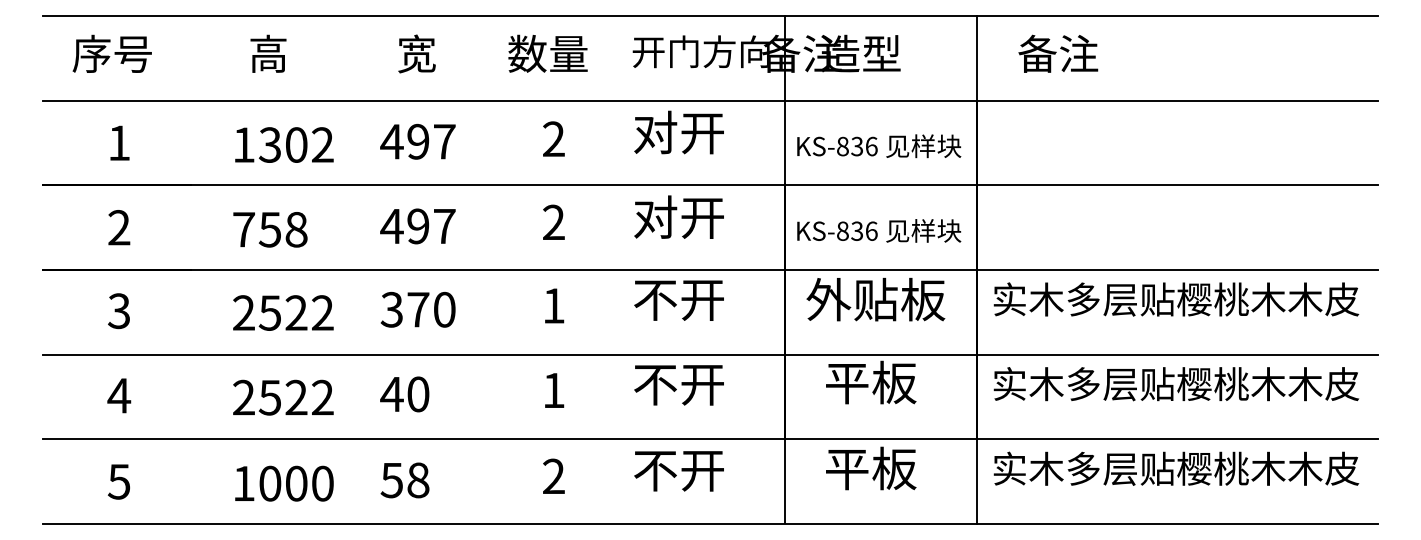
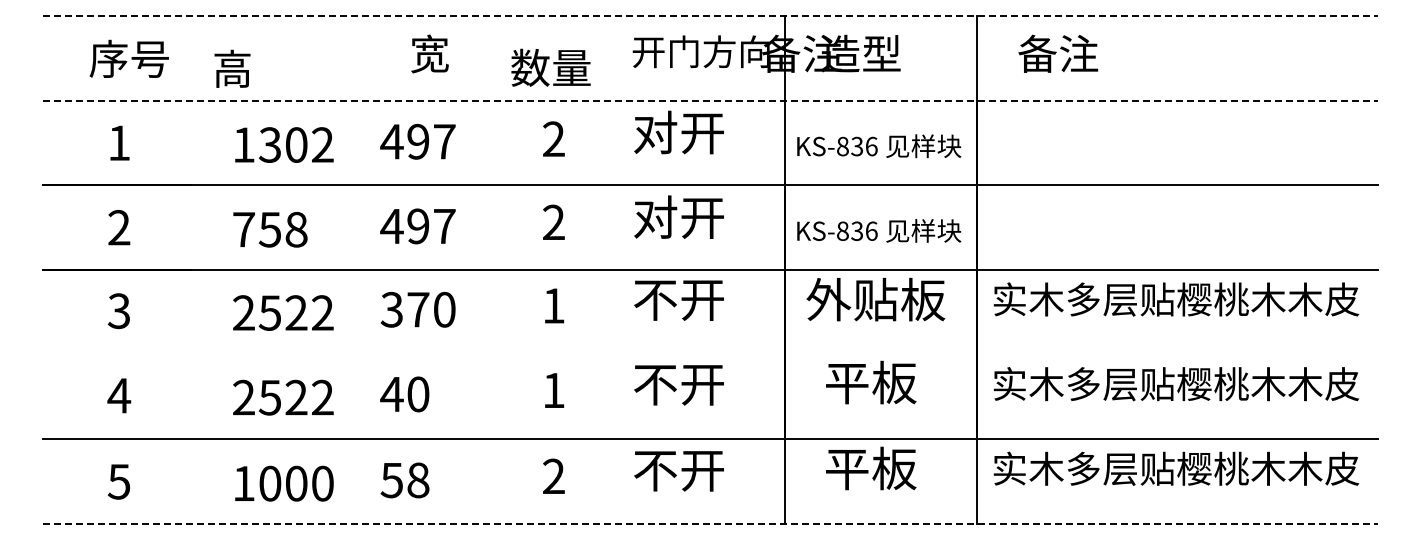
line at (710, 16): solid -> dashed
text at (111, 53) position: (111, 53) -> (128, 58)
text at (268, 53) position: (268, 53) -> (232, 68)
text at (416, 53) position: (416, 53) -> (429, 53)
text at (547, 53) position: (547, 53) -> (550, 67)
line at (710, 100): solid -> dashed
line at (710, 354): present -> none
line at (710, 523): solid -> dashed
